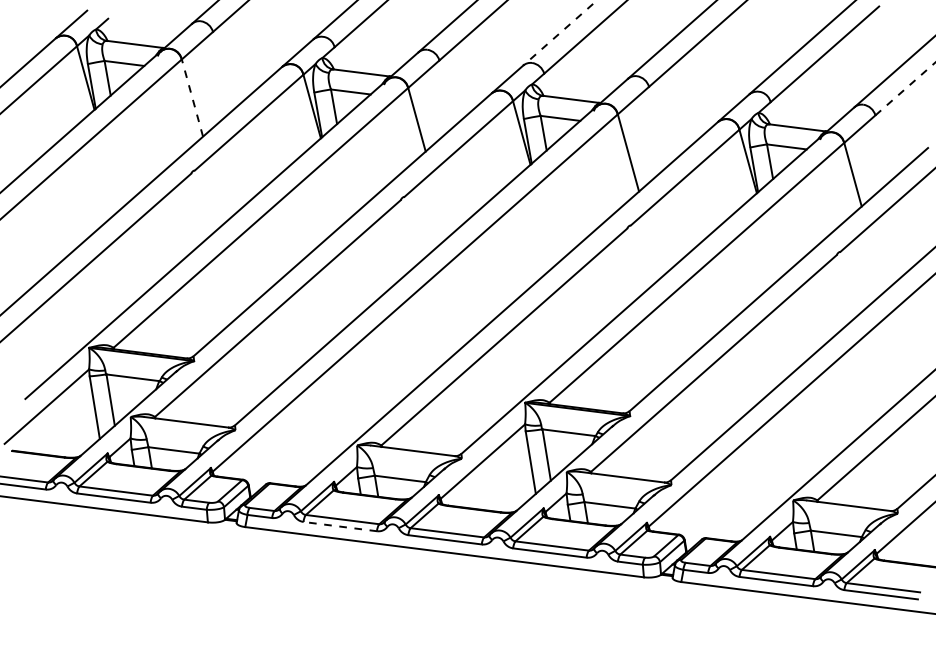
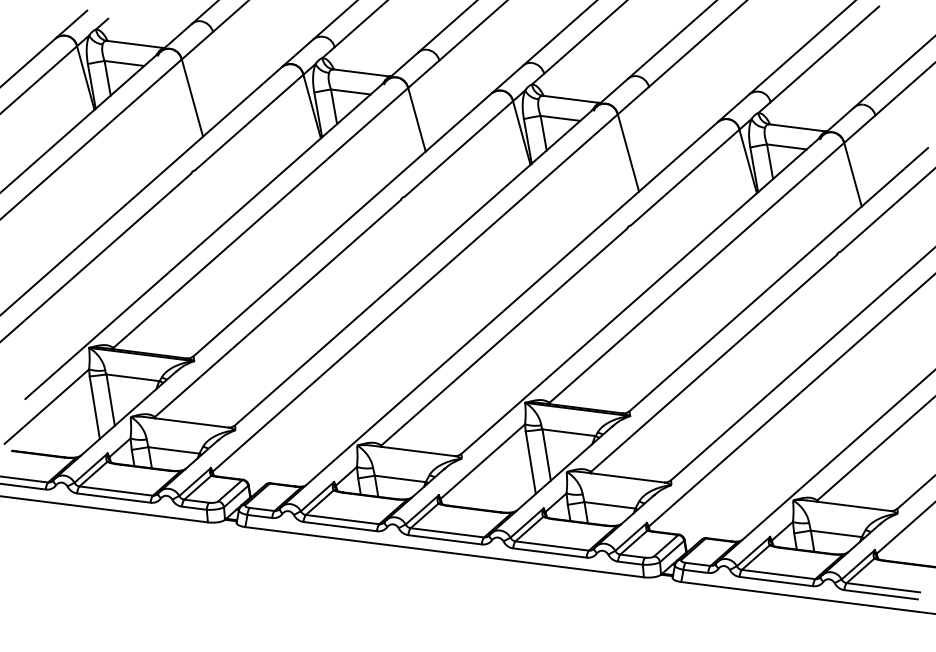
line at (559, 33): dashed -> solid
line at (905, 88): dashed -> solid
line at (192, 97): dashed -> solid
line at (339, 526): dashed -> solid
